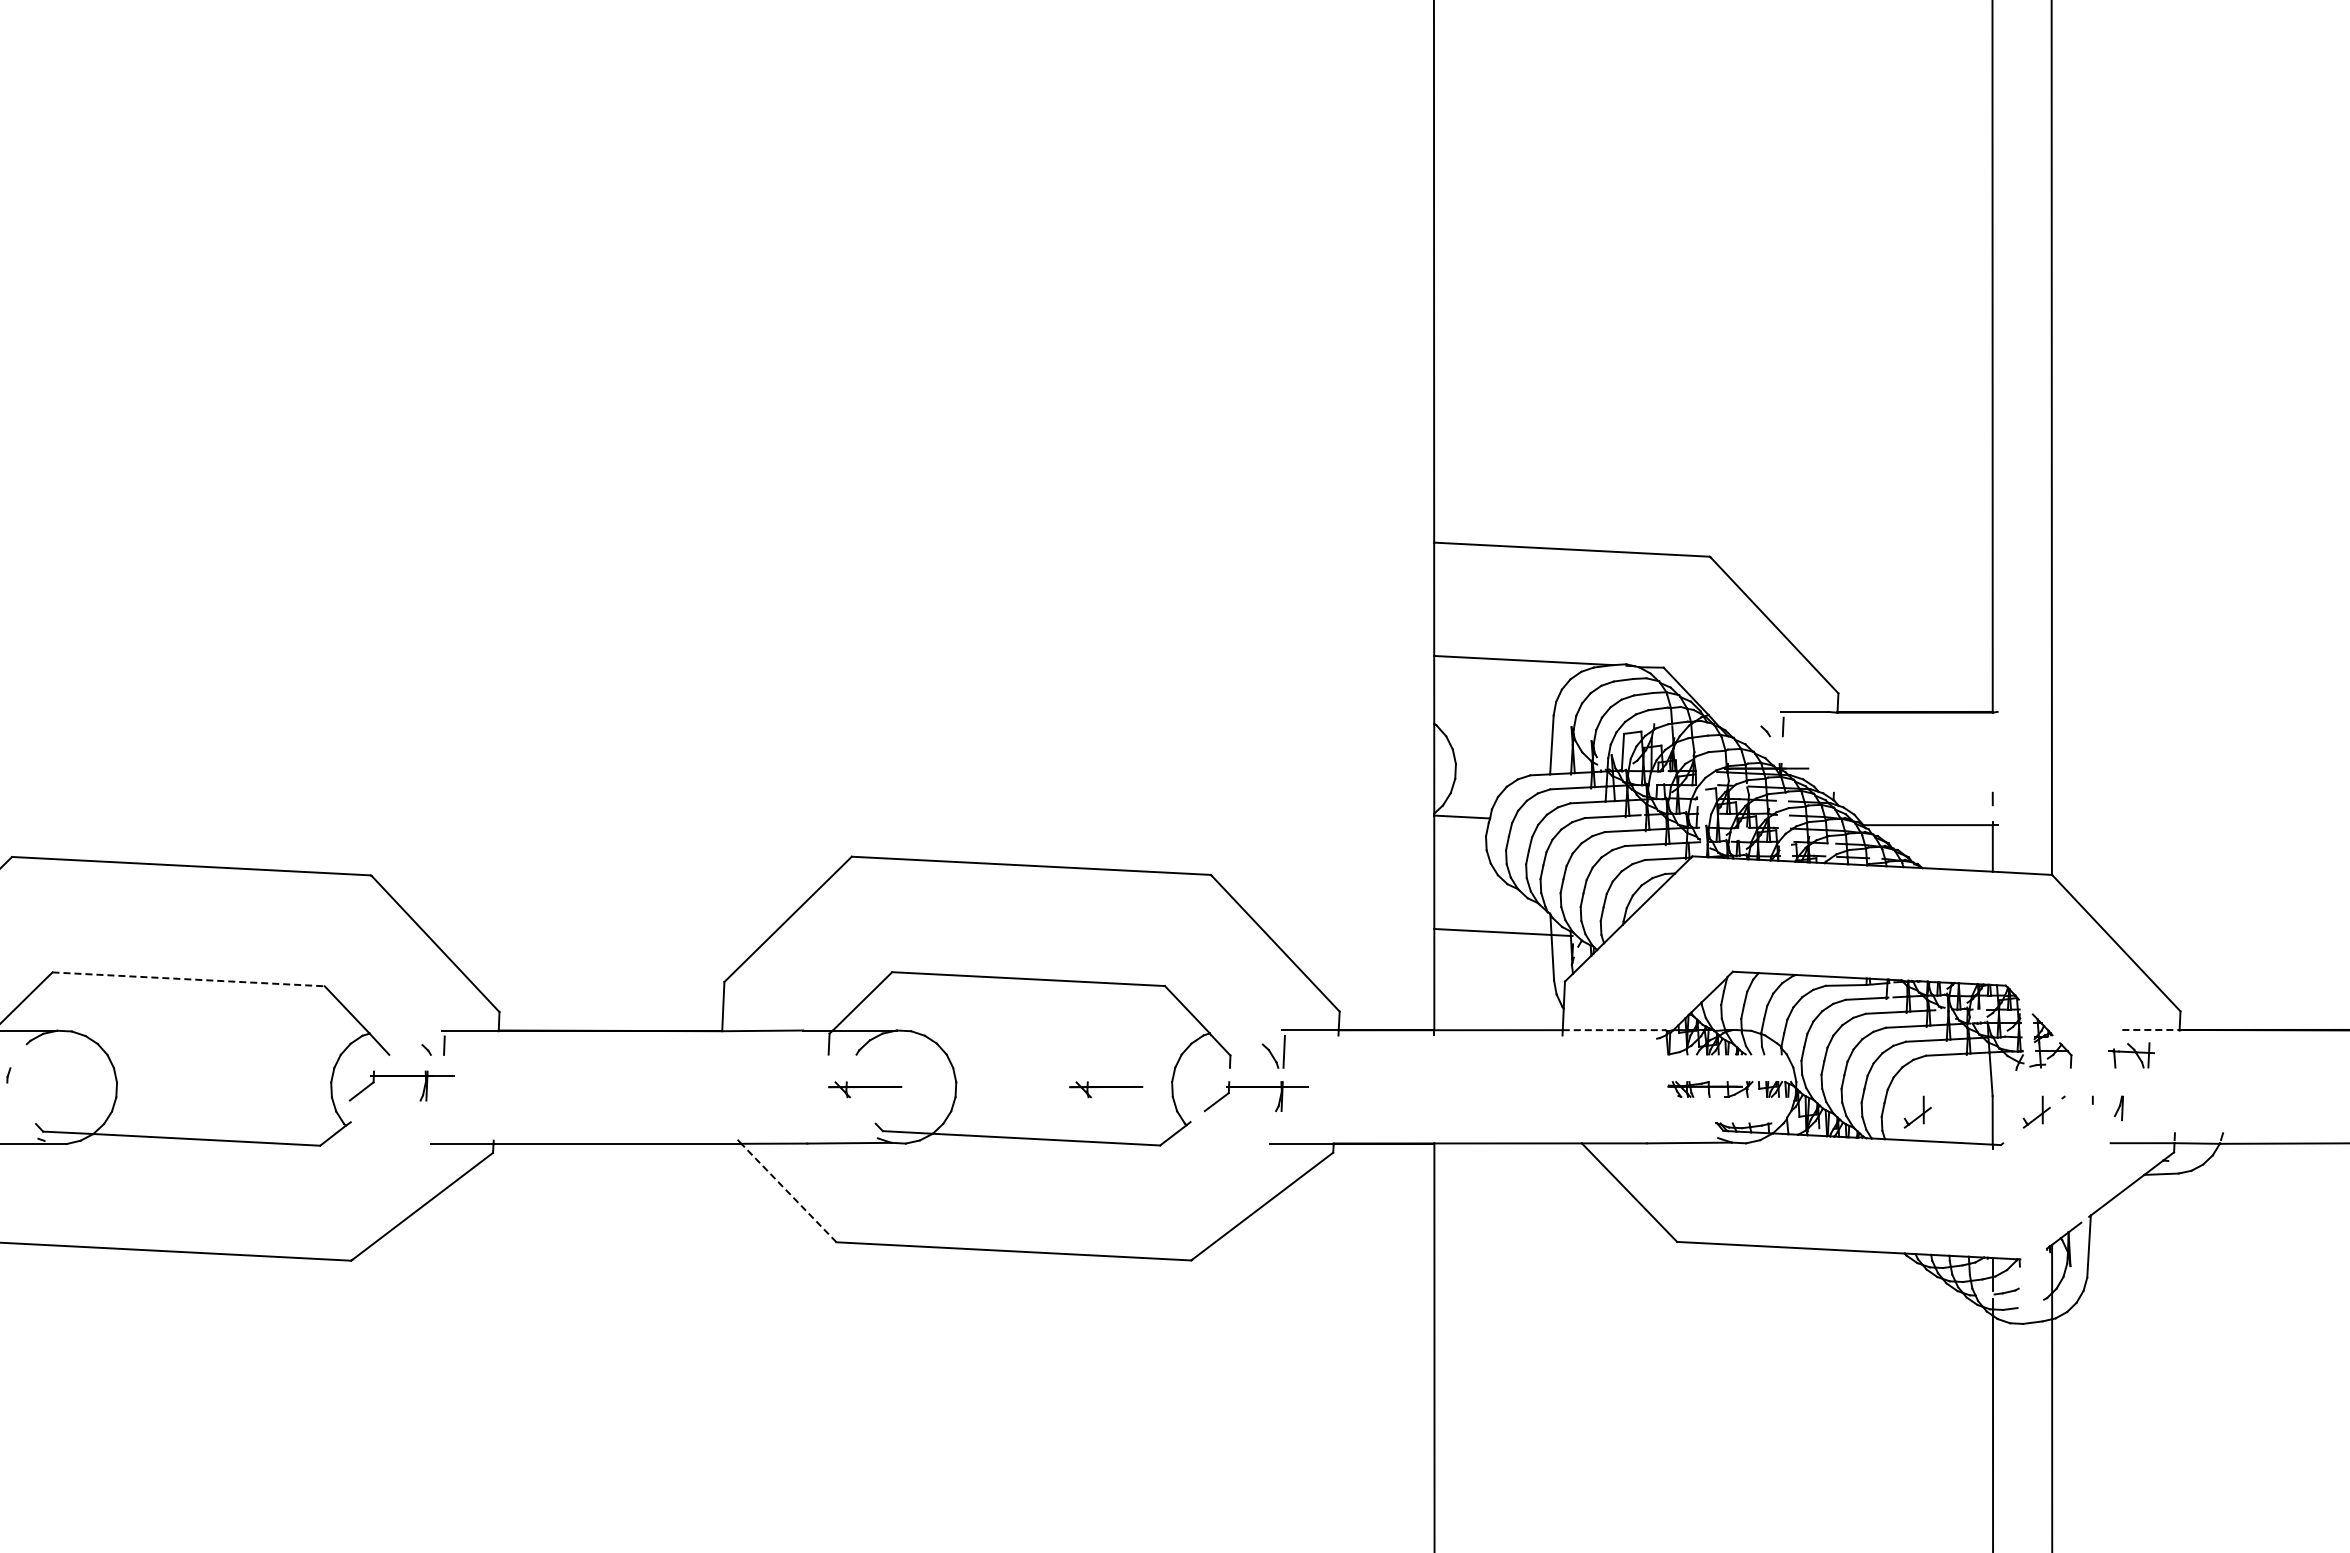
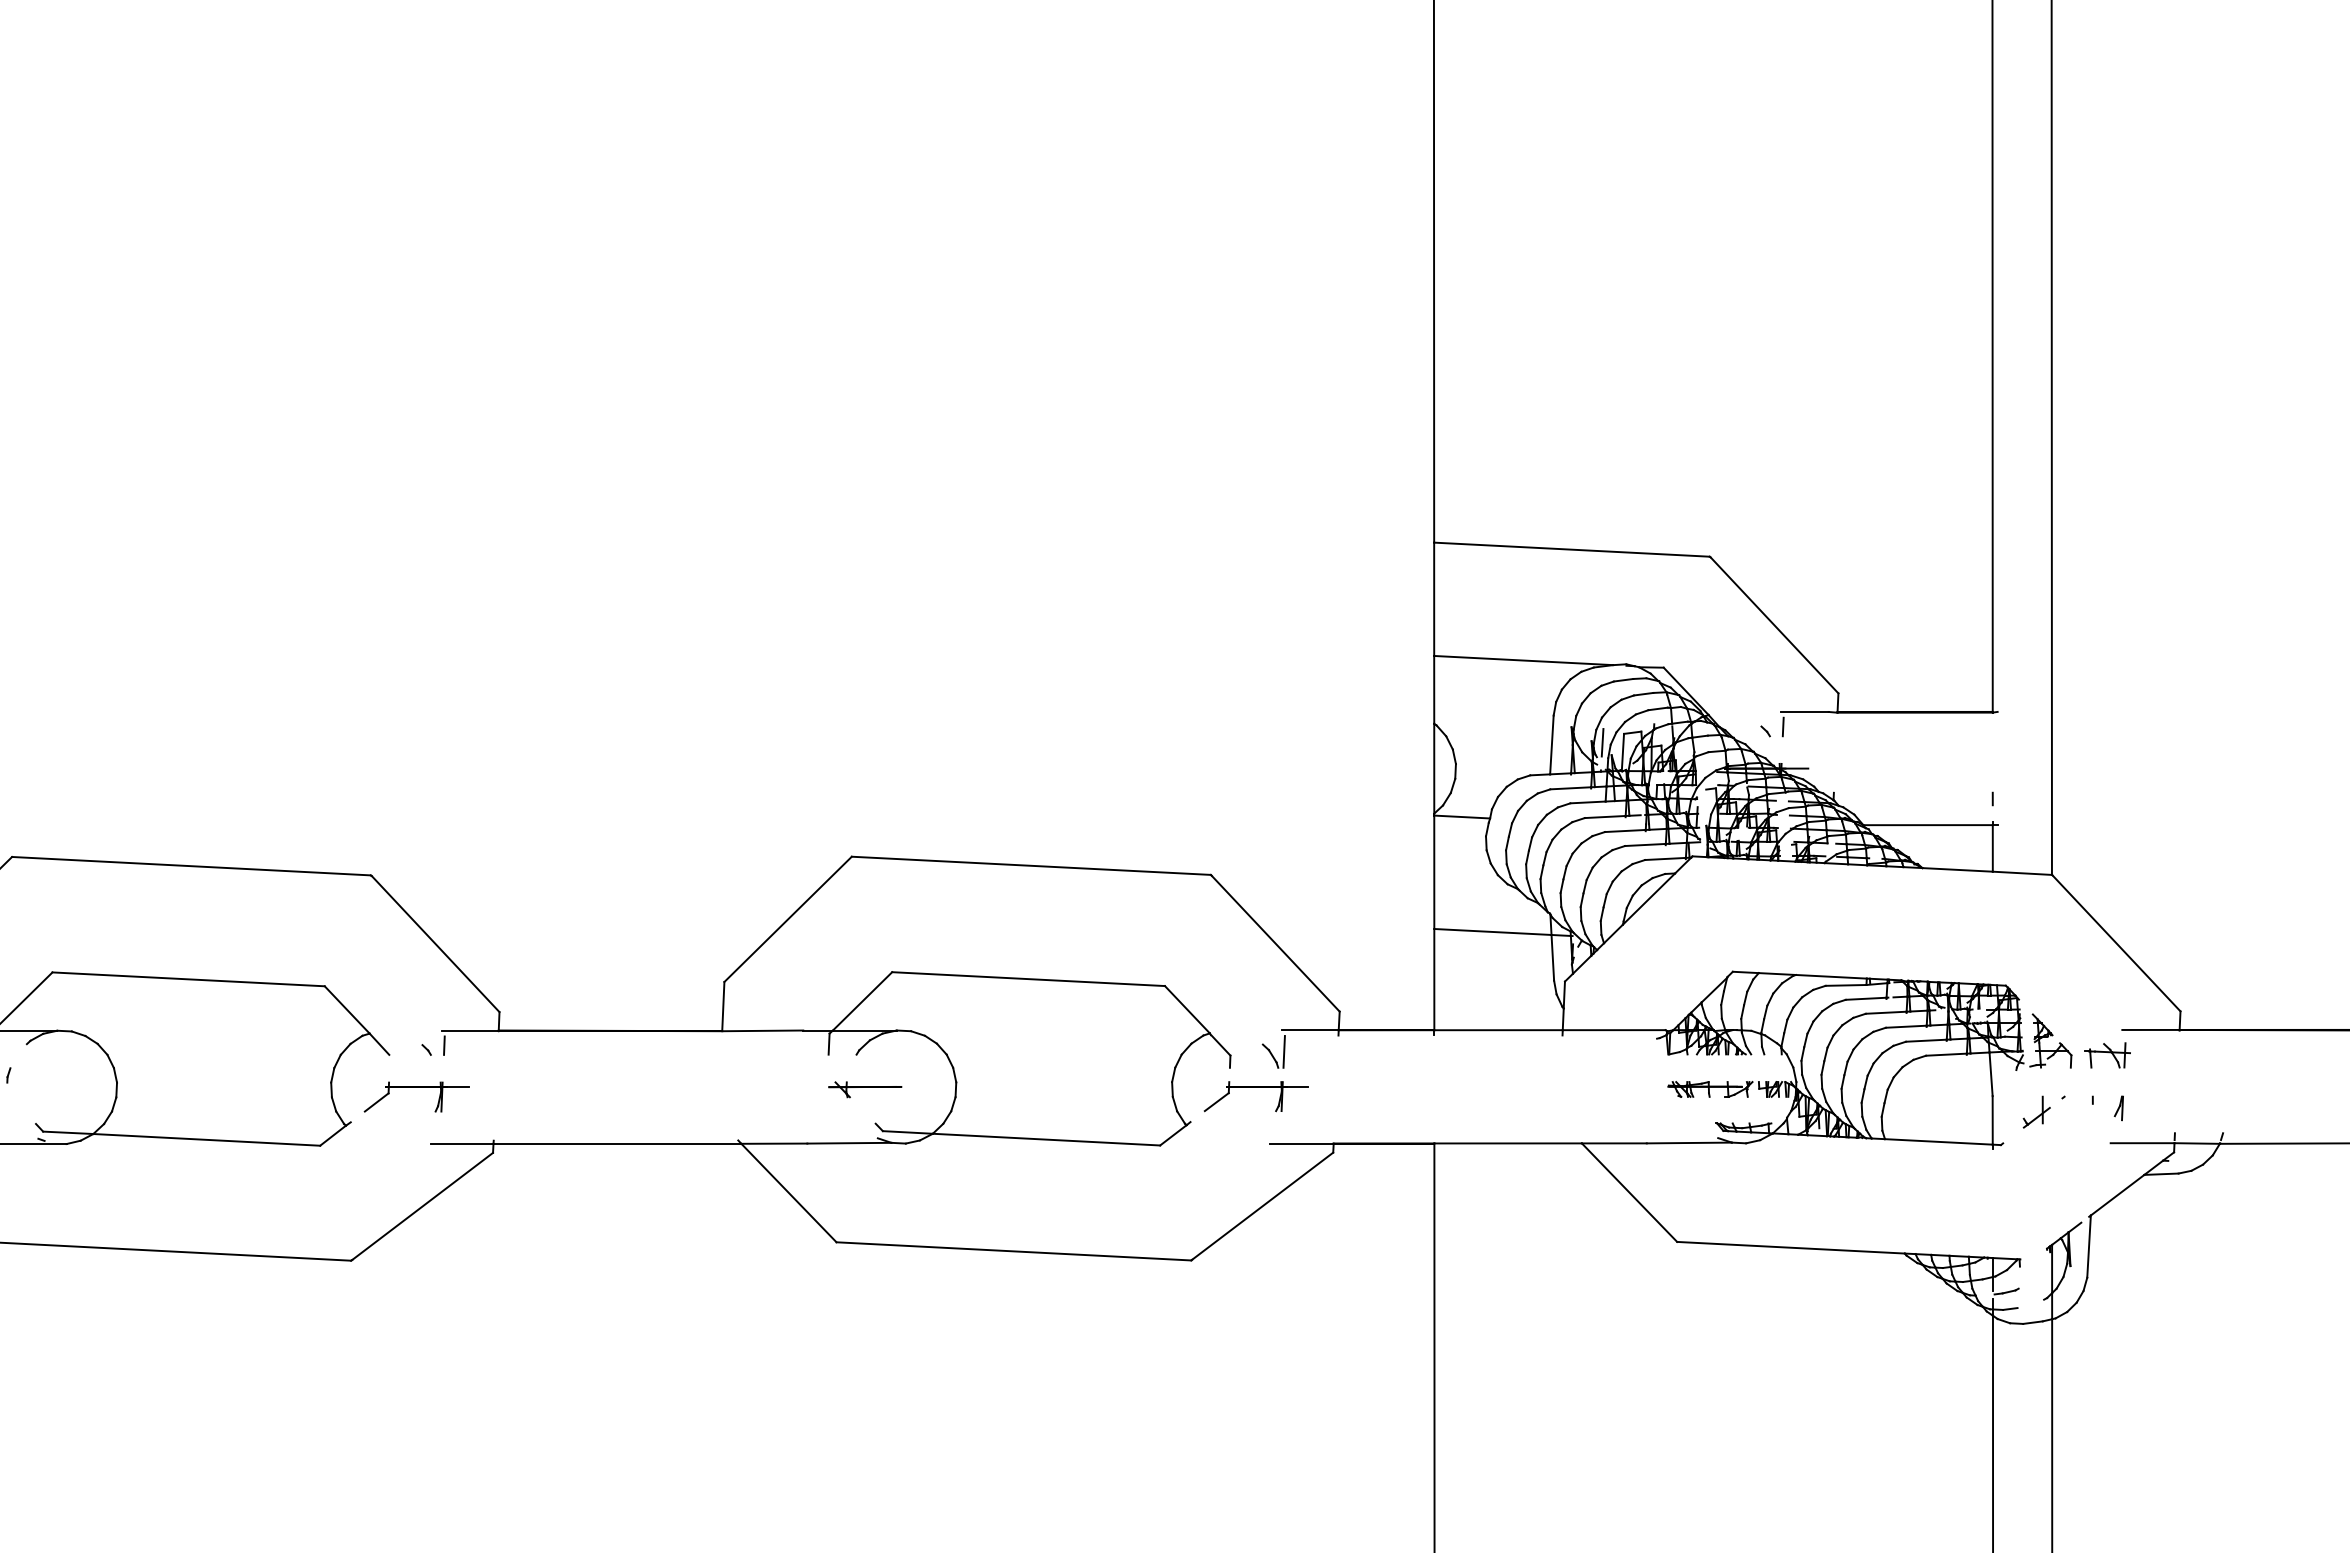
line at (1602, 742): none -> present
line at (189, 979): dashed -> solid
line at (2150, 1029): dashed -> solid
line at (1614, 1030): dashed -> solid
part at (2131, 1055) position: (2131, 1055) -> (2107, 1055)
part at (401, 1076) position: (401, 1076) -> (416, 1087)
part at (1106, 1089): present -> none
part at (1917, 1111): present -> none
line at (788, 1192): dashed -> solid
